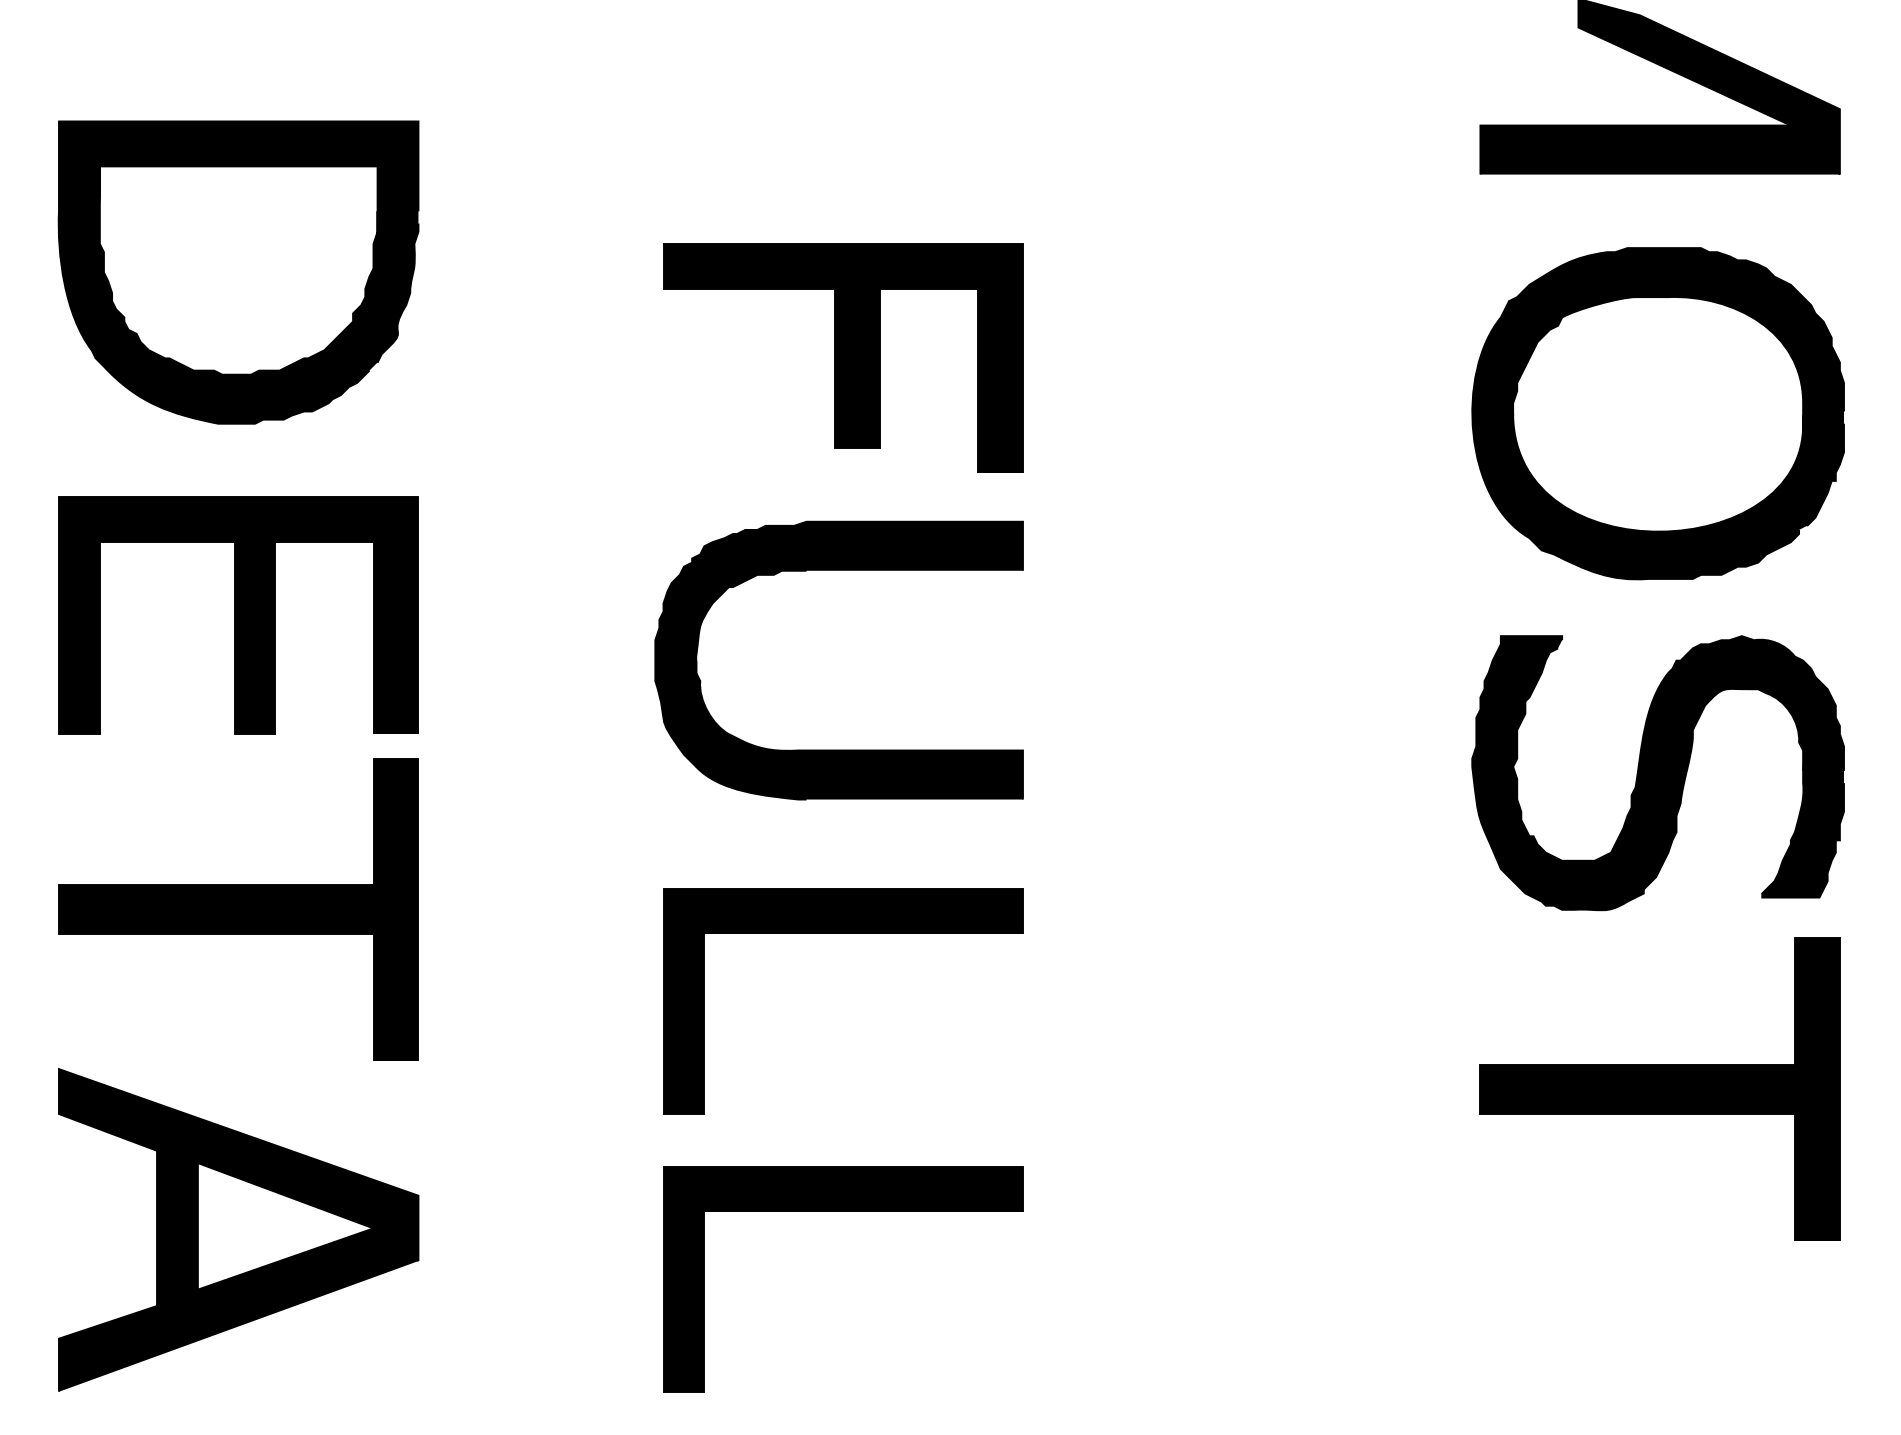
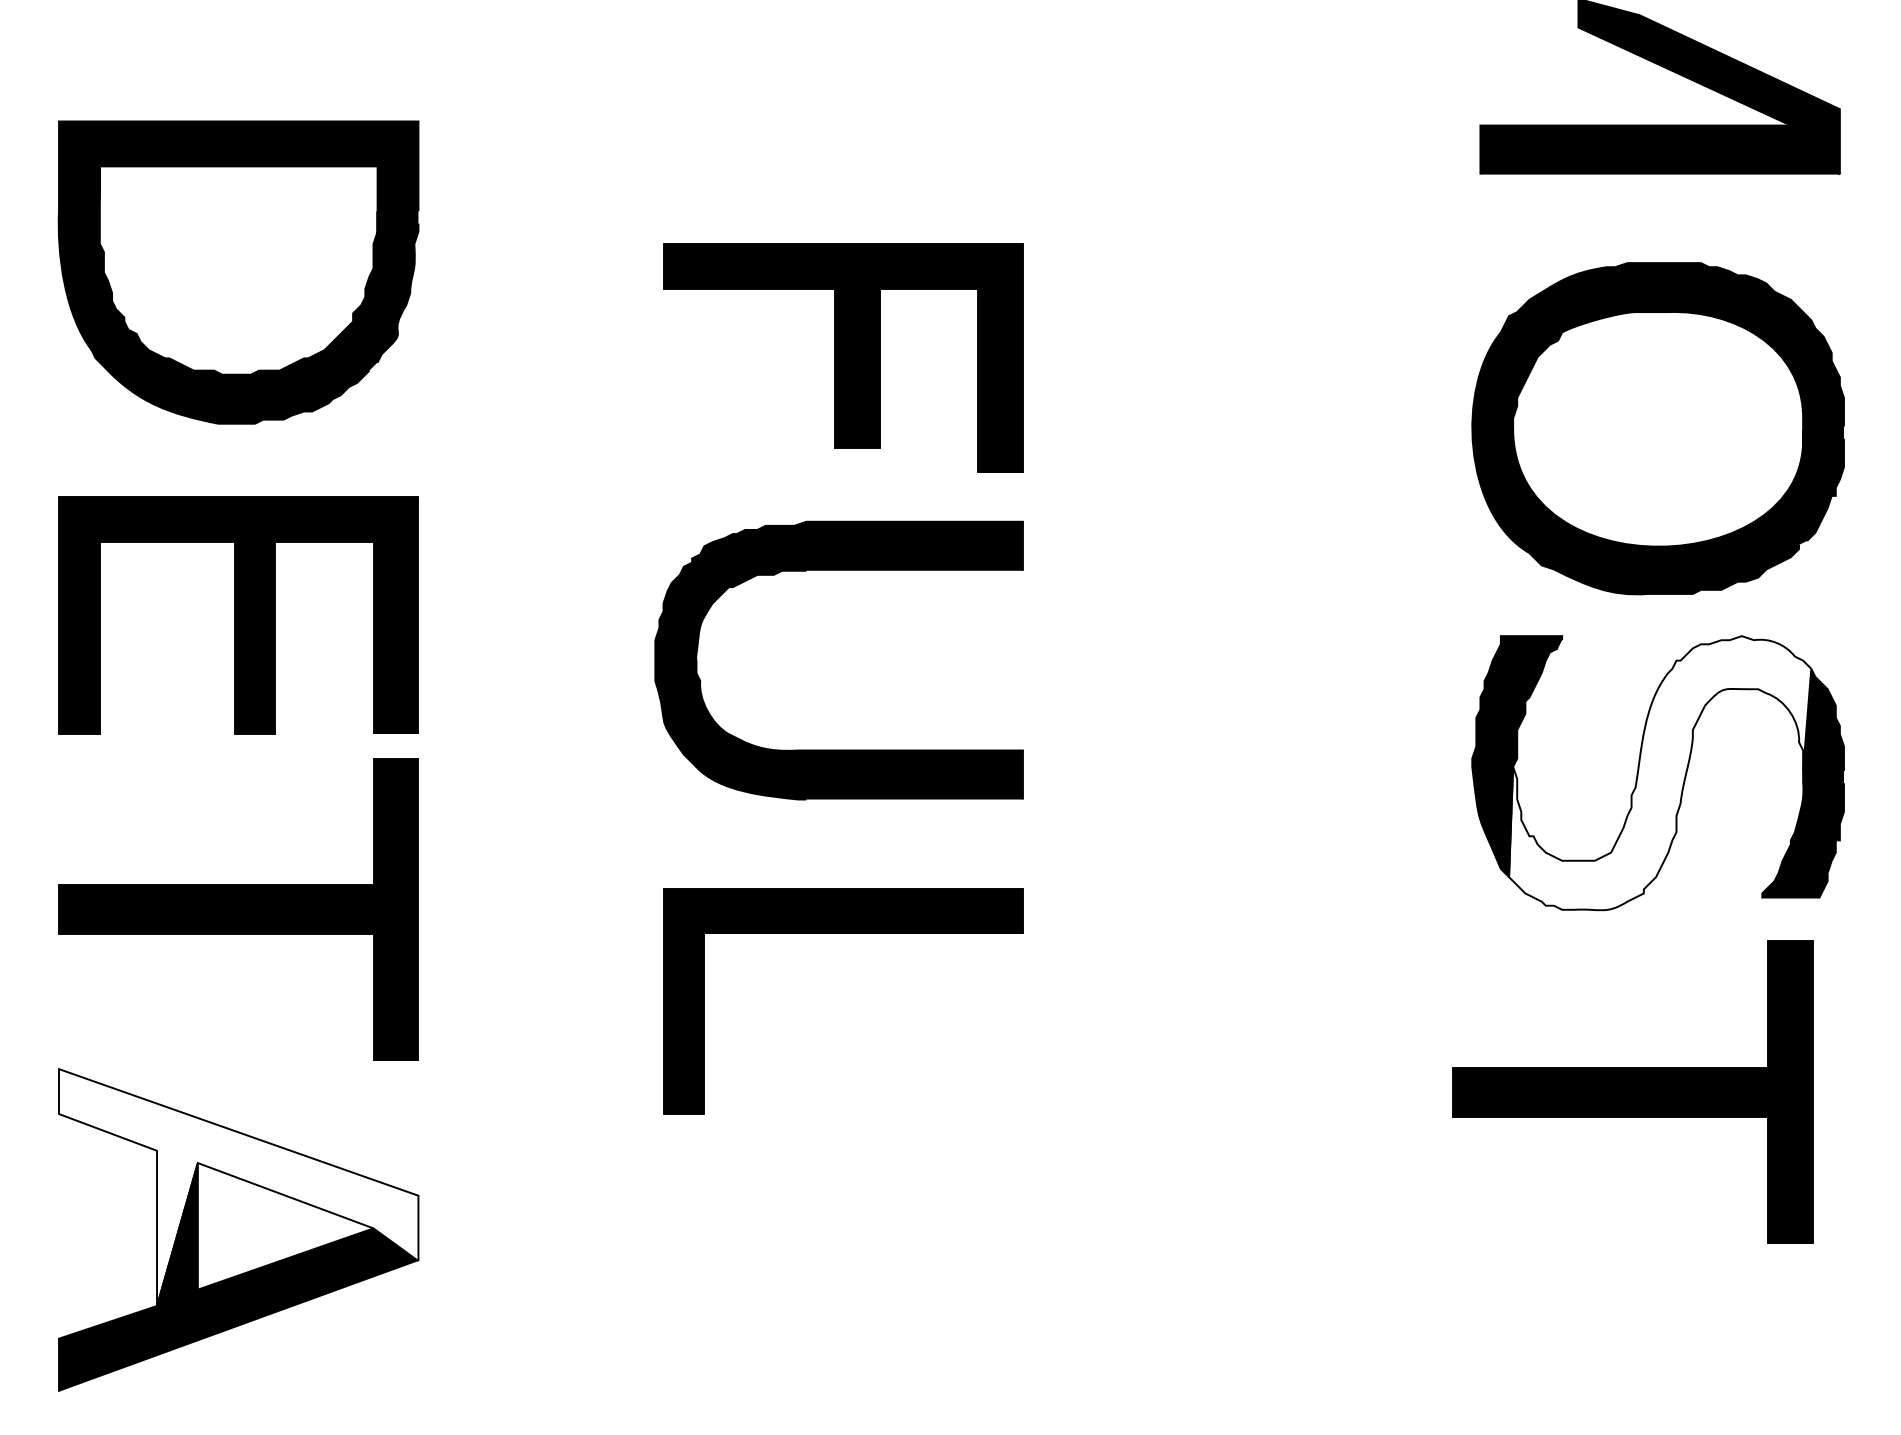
part at (1657, 413) position: (1657, 413) -> (1657, 428)
fill at (1660, 773): present -> none
part at (1659, 1088) position: (1659, 1088) -> (1632, 1091)
fill at (238, 1187): present -> none
part at (843, 1211): present -> none
